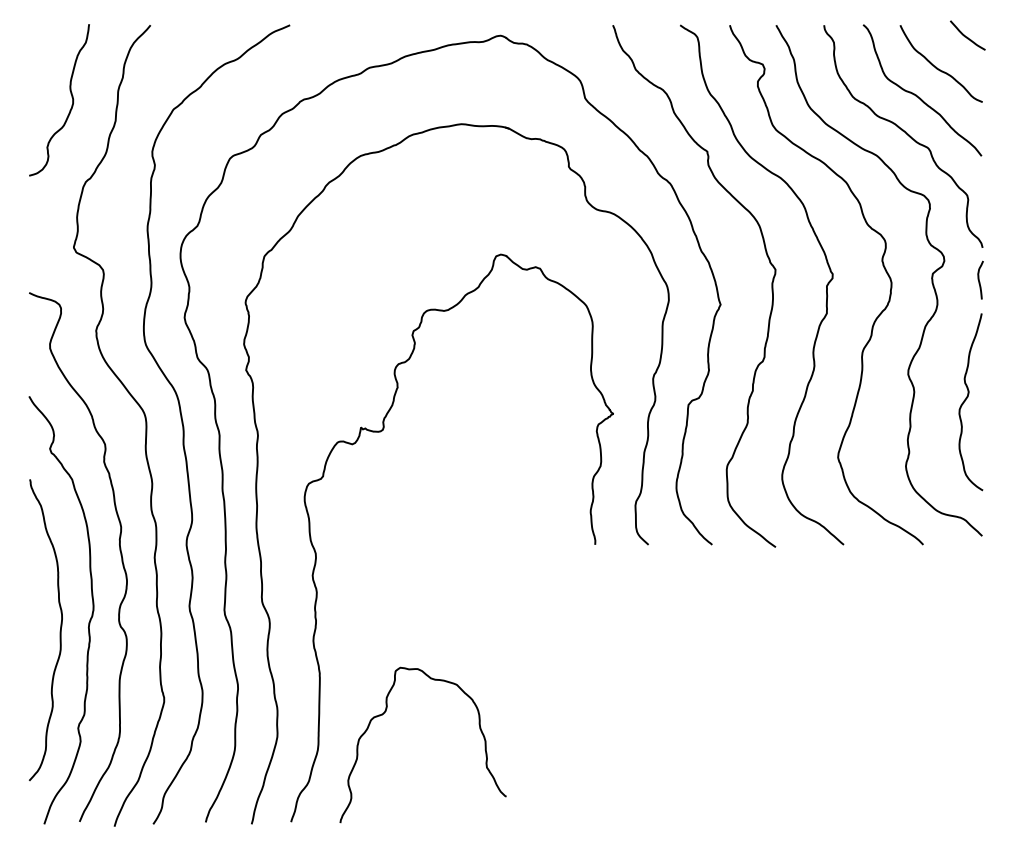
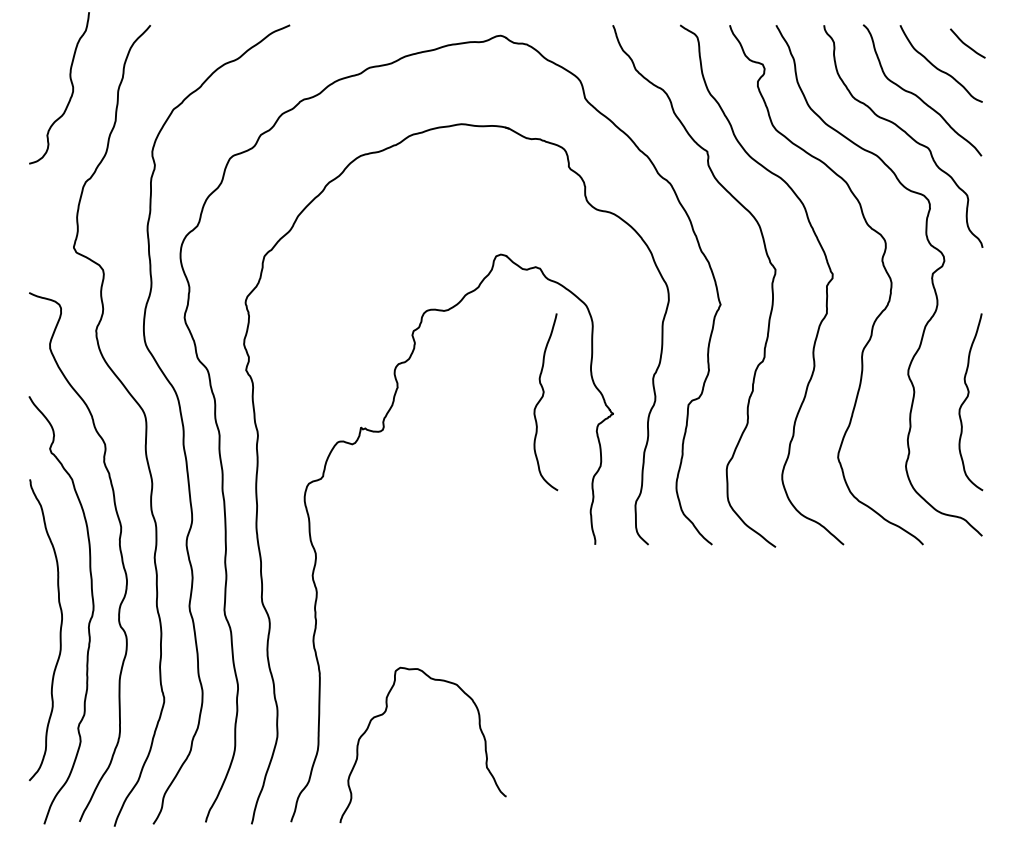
curve at (967, 36) position: (967, 36) -> (967, 44)
curve at (71, 97) position: (71, 97) -> (71, 85)
curve at (979, 279): present -> none
curve at (541, 400): none -> present
